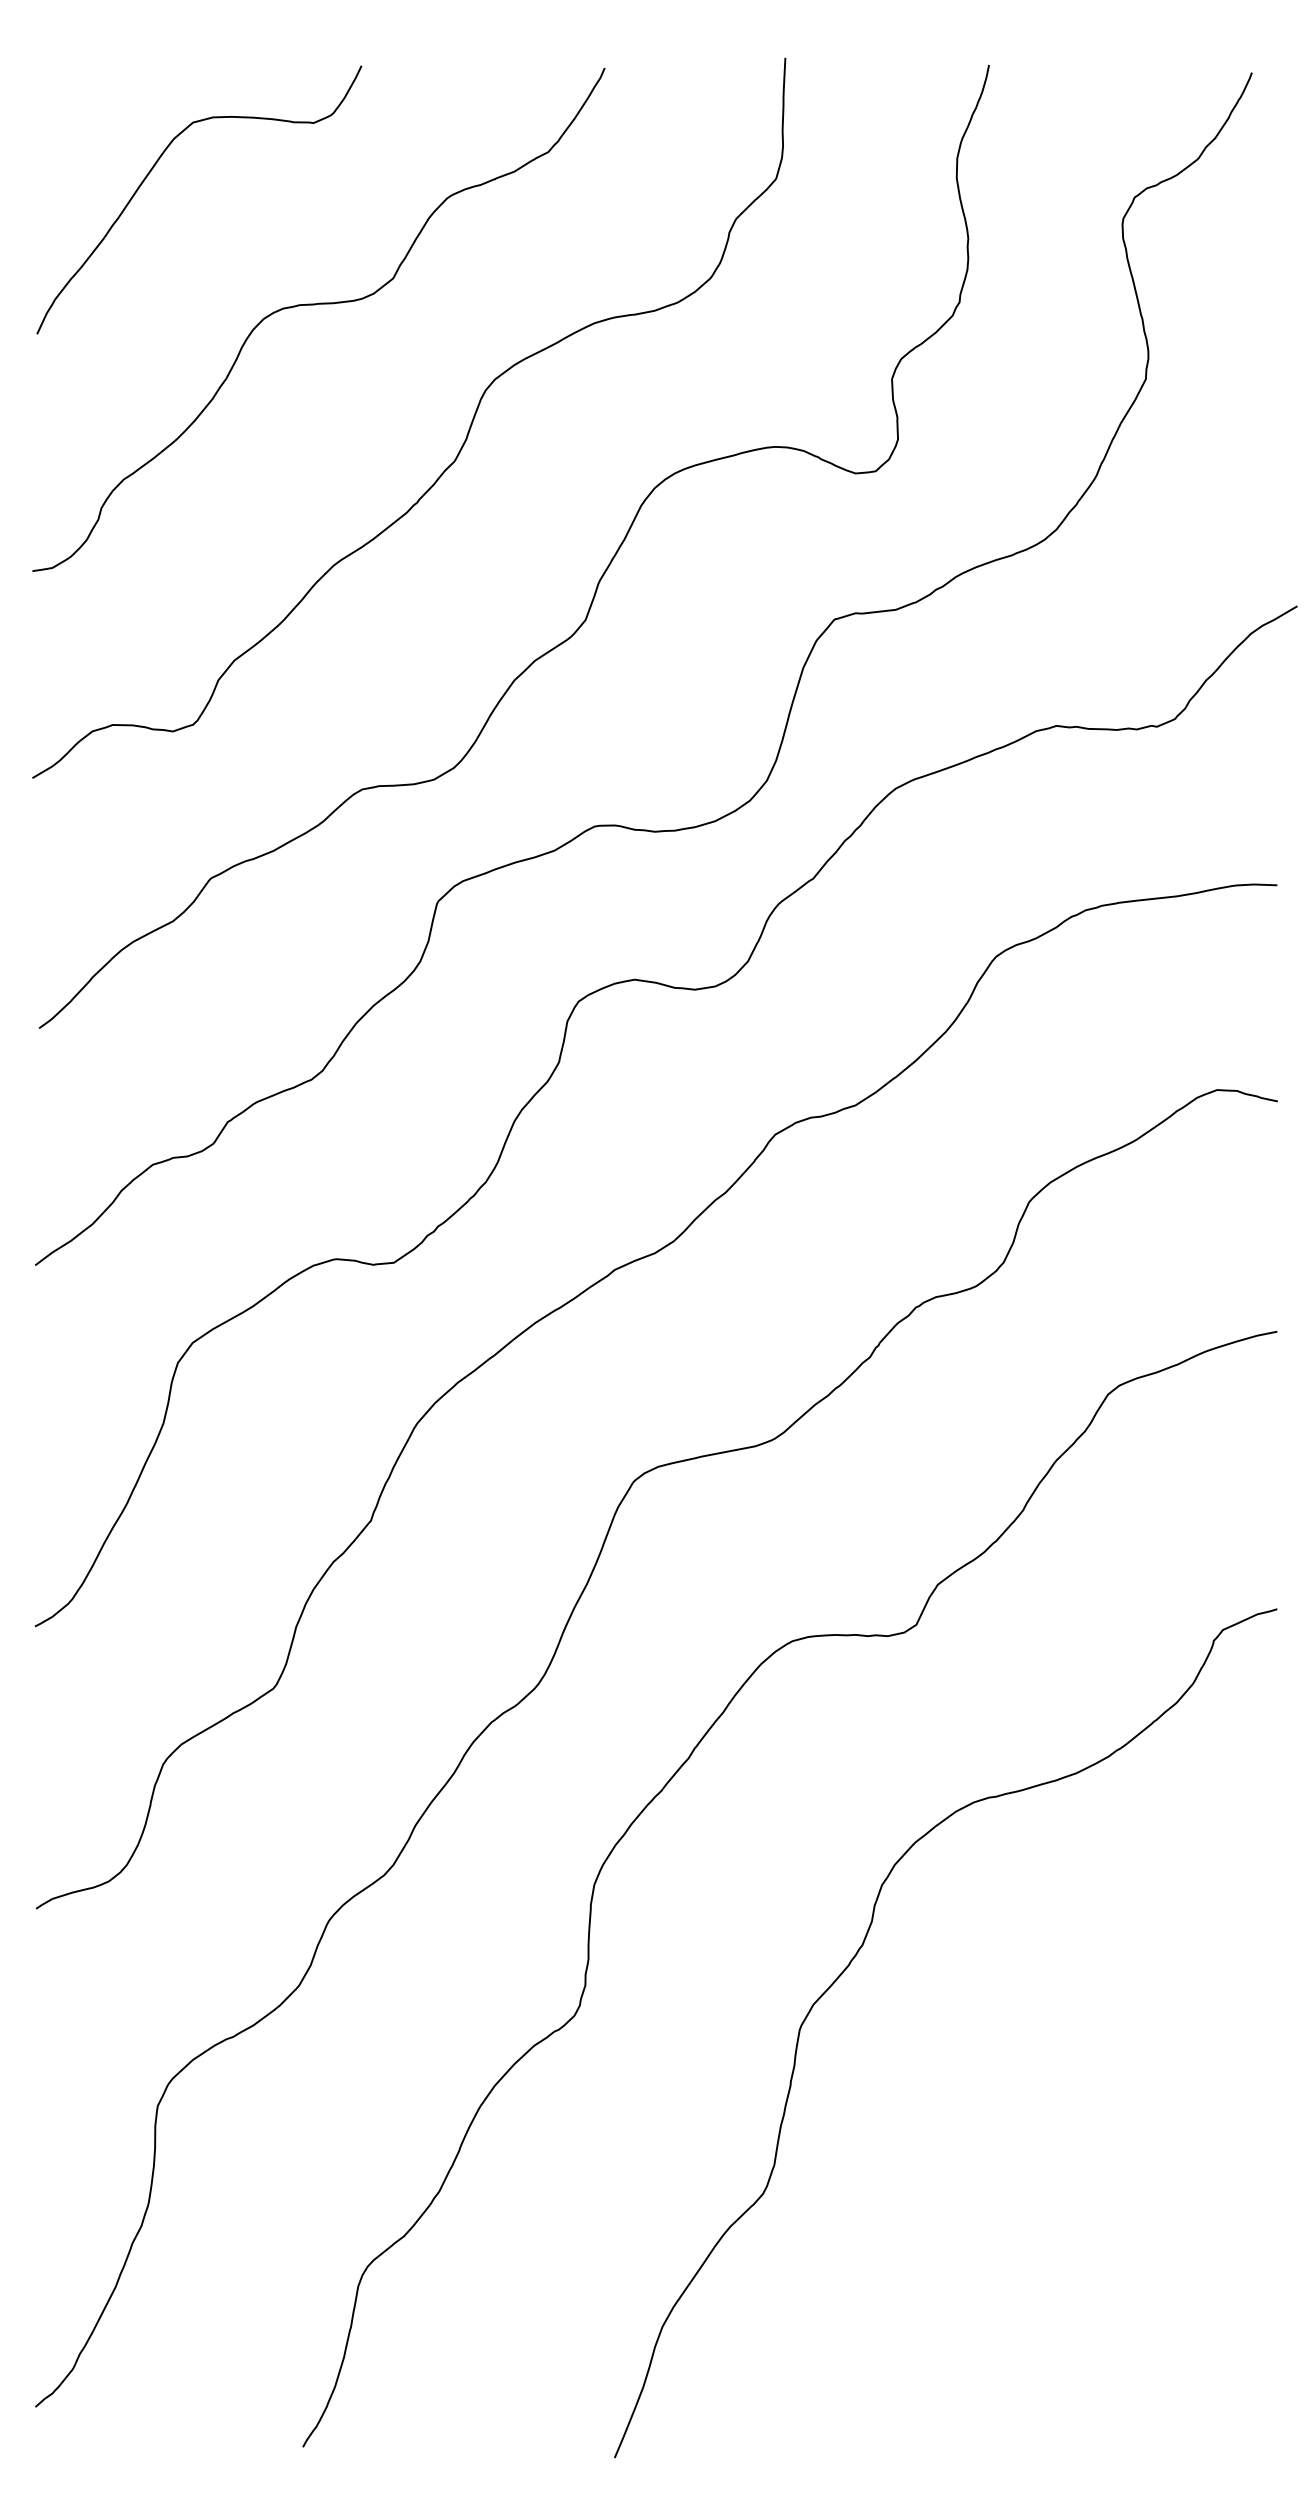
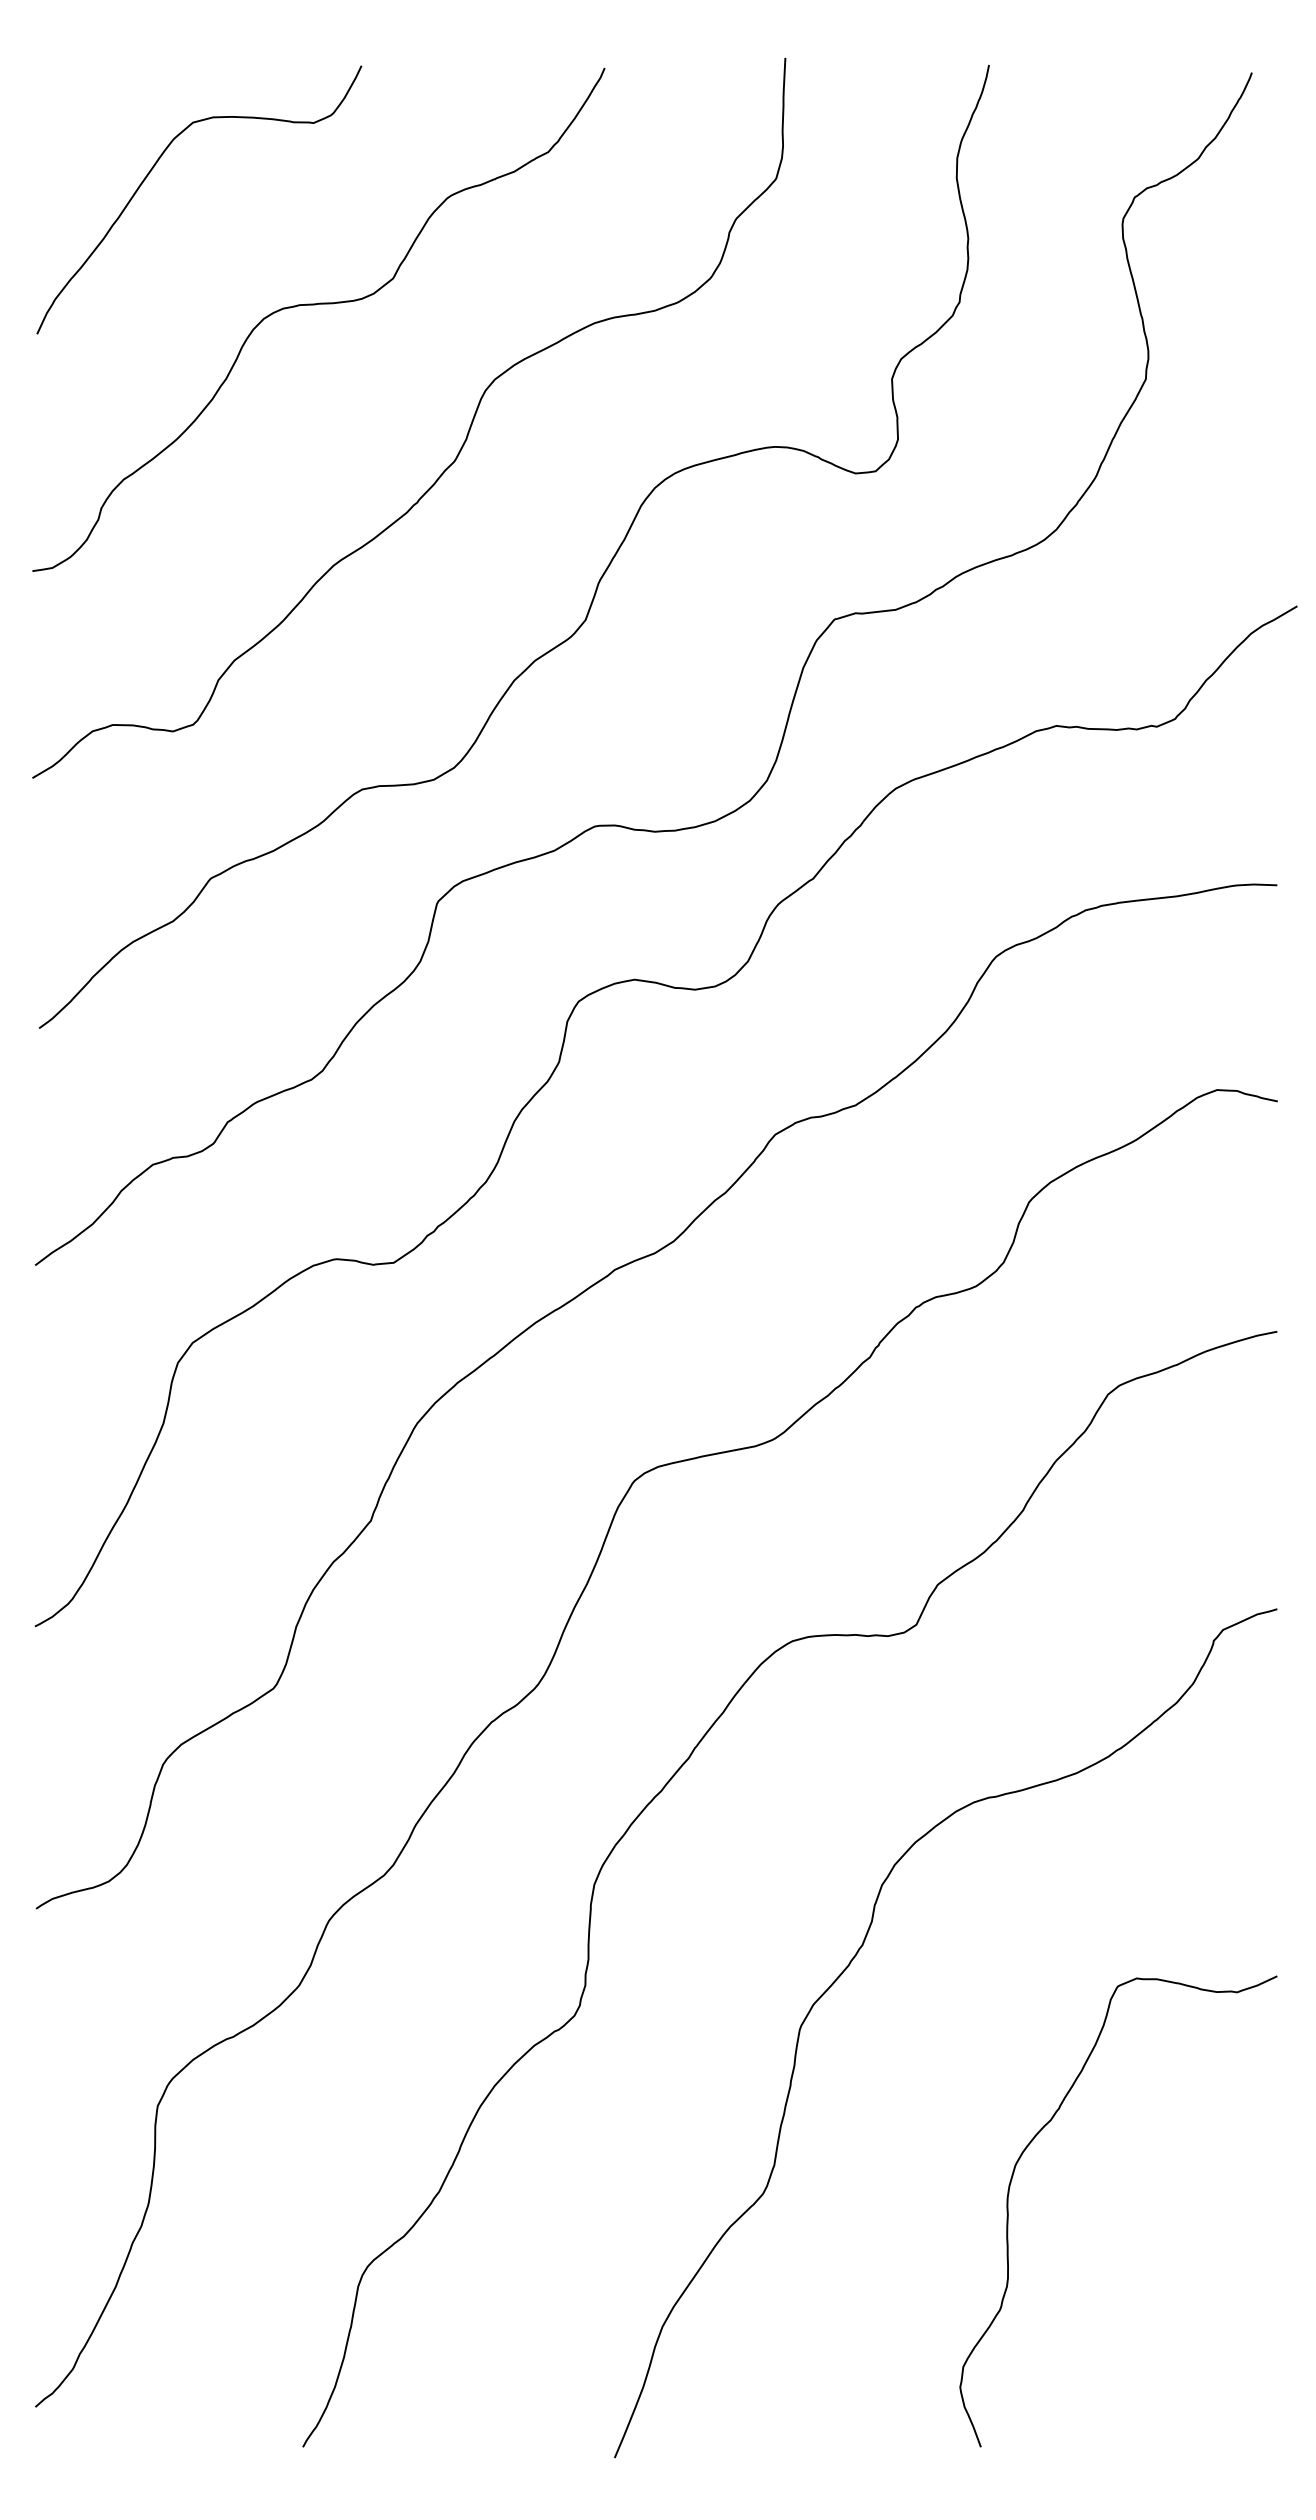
curve at (1008, 2211): none -> present
